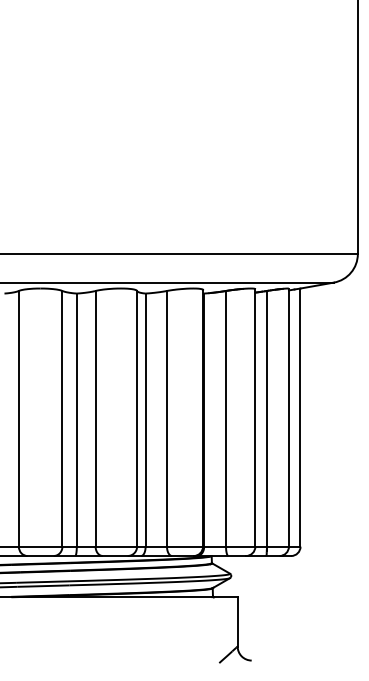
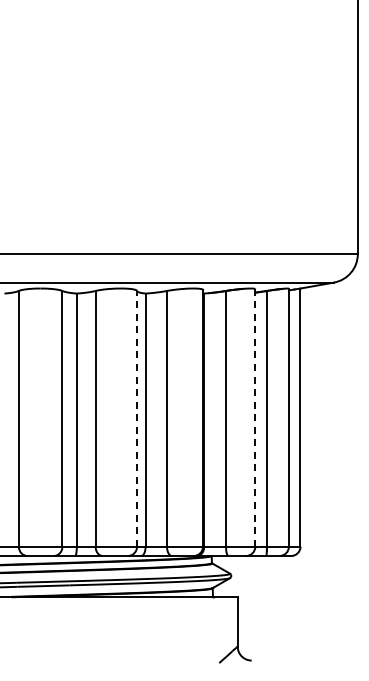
line at (255, 417): solid -> dashed
line at (137, 418): solid -> dashed
